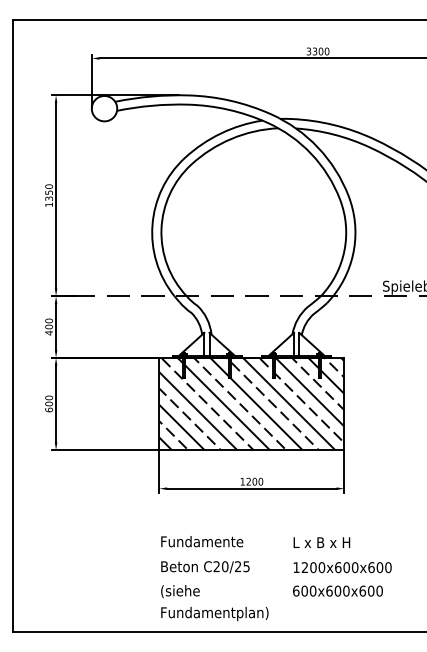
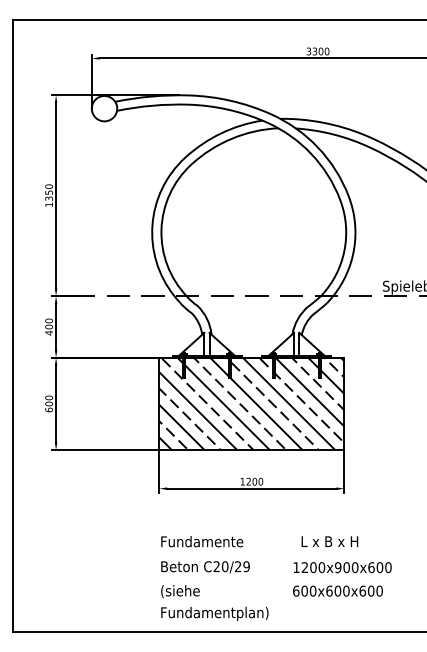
text at (321, 542) position: (321, 542) -> (329, 541)
text at (246, 566): C20/25 -> C20/29
text at (338, 567): 1200x600x600 -> 1200x900x600
